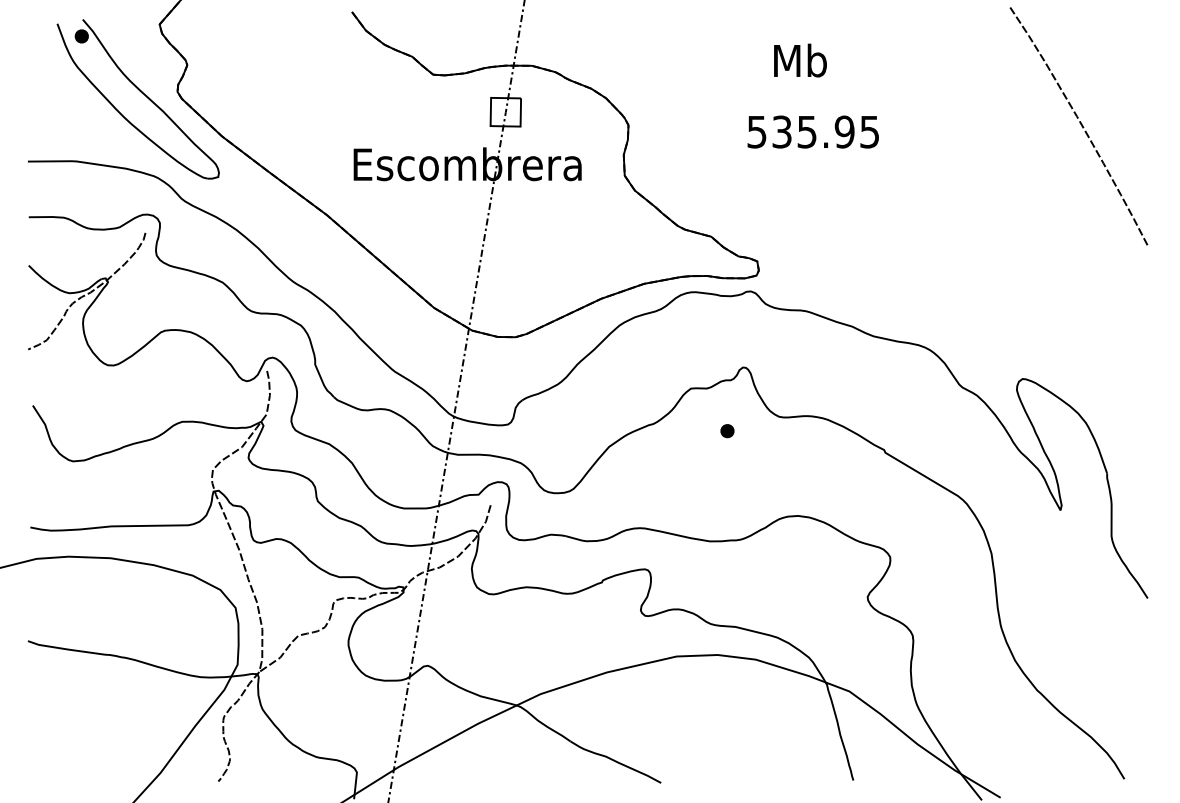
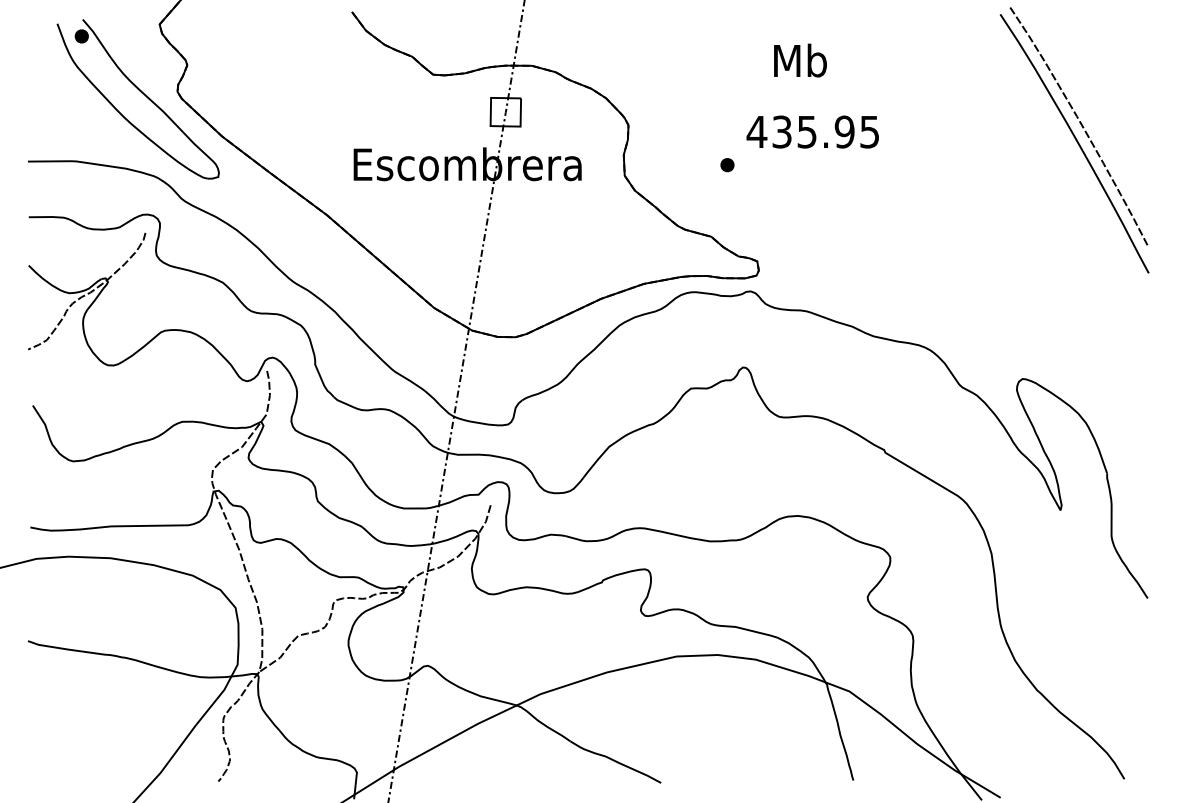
text at (756, 132): 535.95 -> 435.95
curve at (1076, 142): none -> present
part at (727, 431) position: (727, 431) -> (727, 165)
